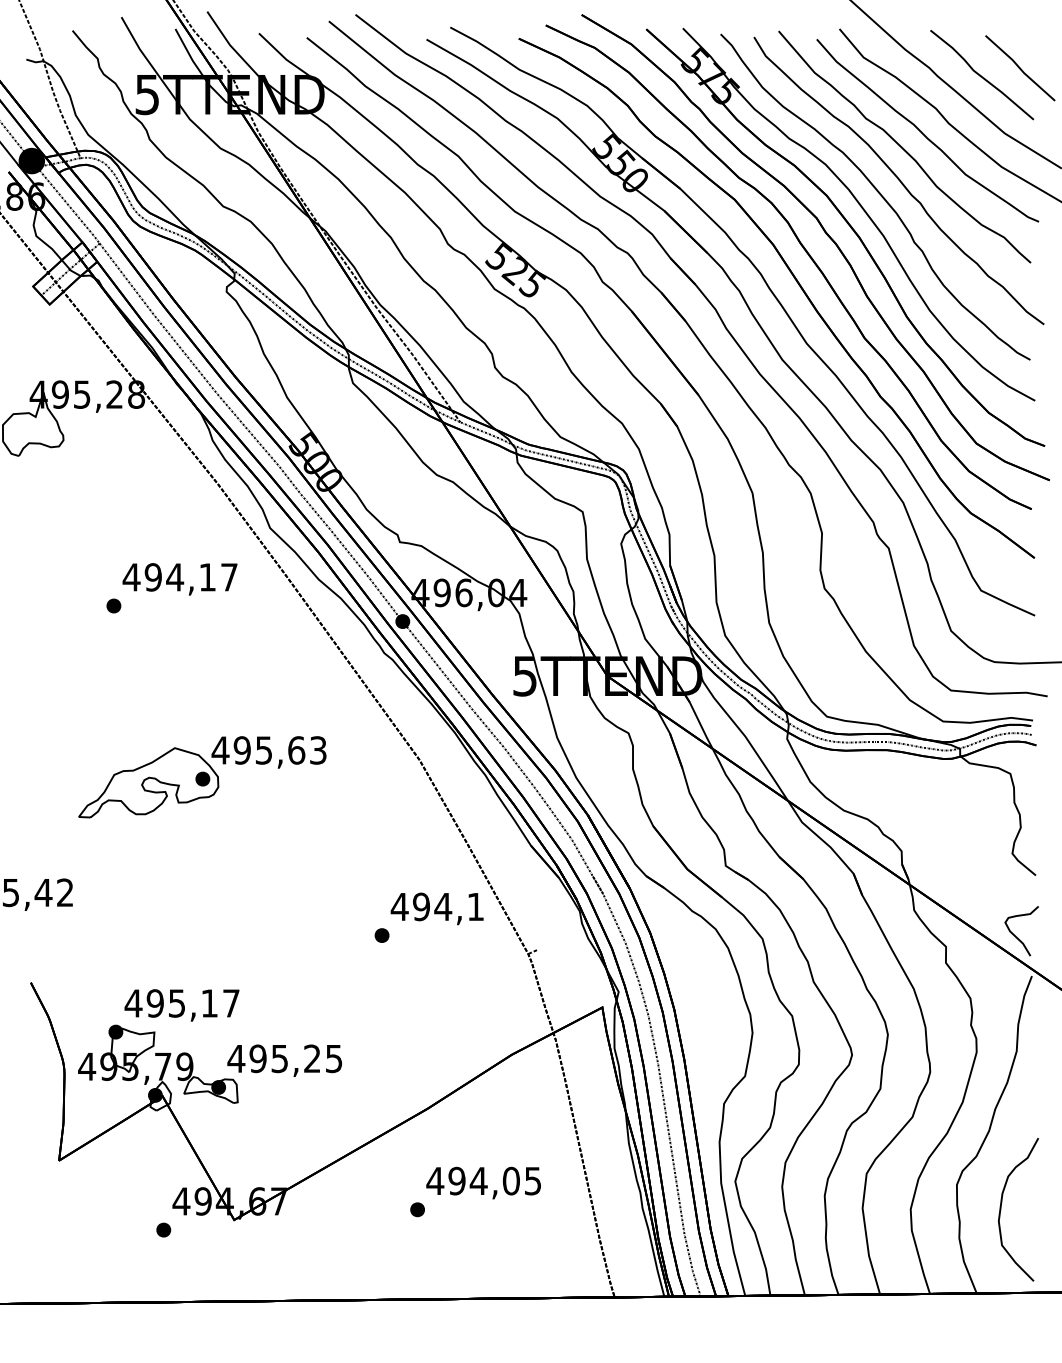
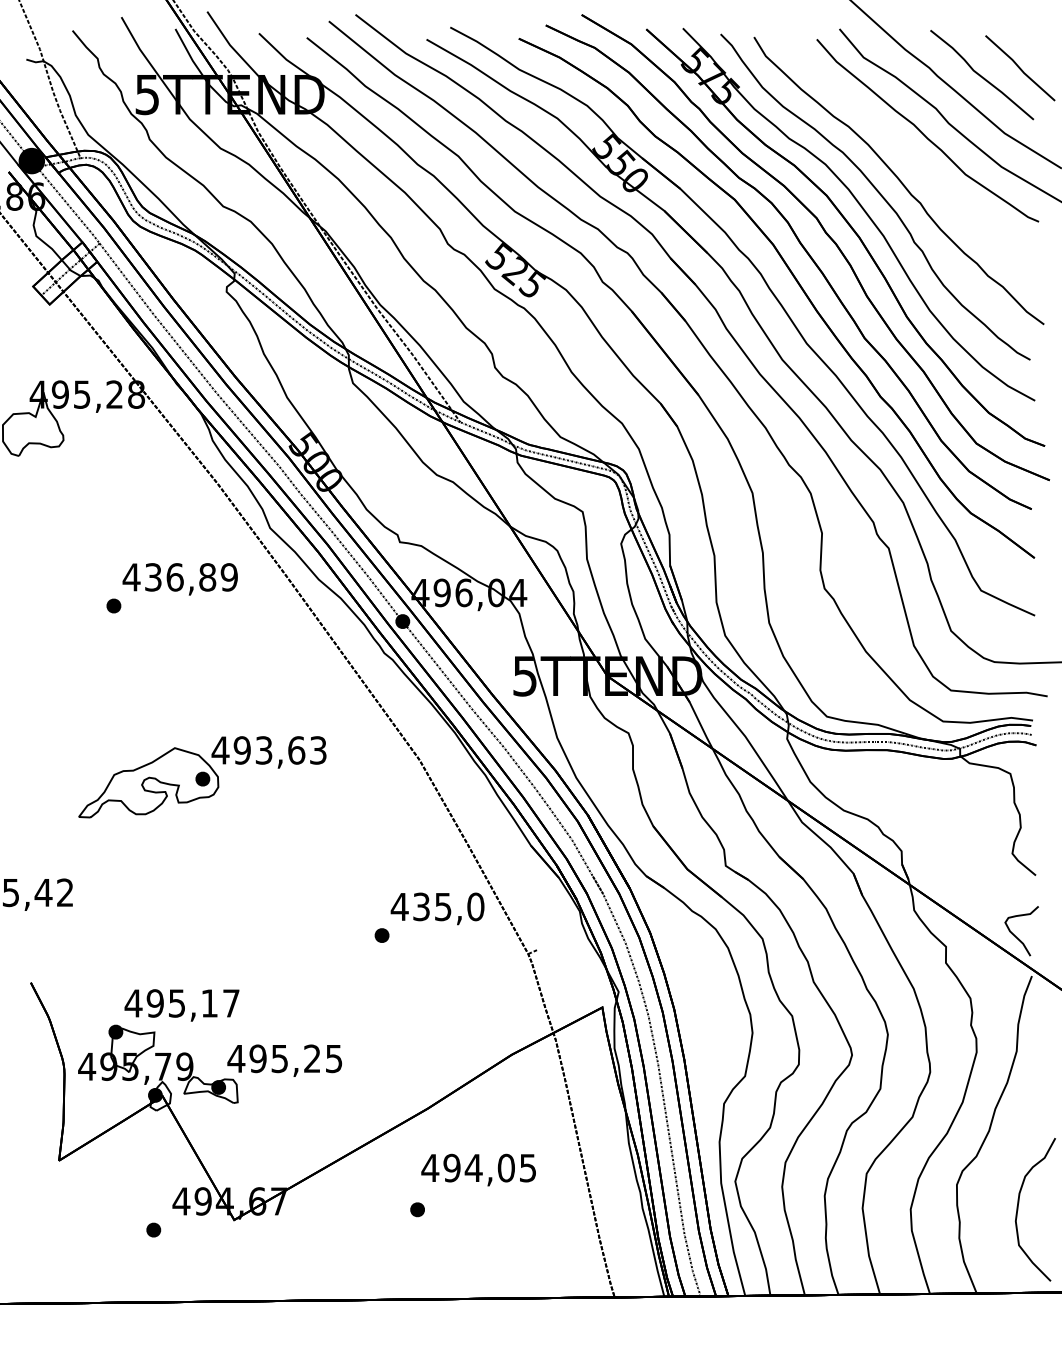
part at (904, 146): present -> none
text at (190, 577): 494,17 -> 436,89
text at (264, 749): 495,63 -> 493,63
text at (448, 906): 494,1 -> 435,0
text at (483, 1182) position: (483, 1182) -> (478, 1169)
curve at (1001, 1209) position: (1001, 1209) -> (1018, 1209)
part at (163, 1229) position: (163, 1229) -> (153, 1229)
